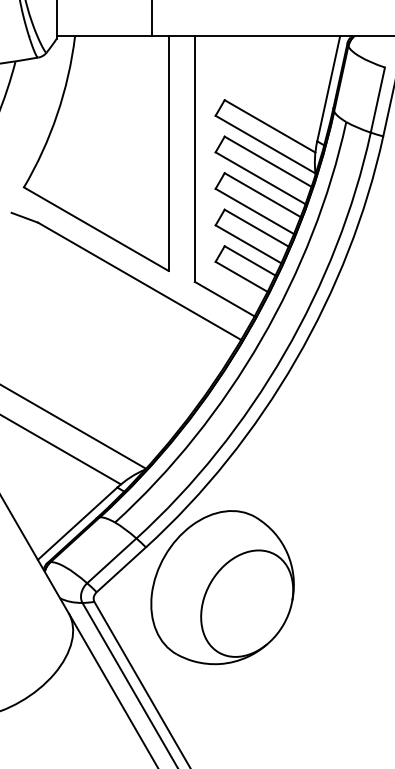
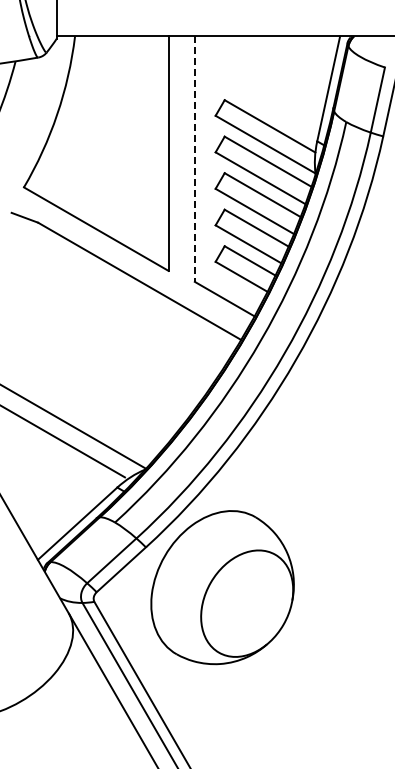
line at (151, 19): present -> none
line at (194, 159): solid -> dashed
line at (61, 449) position: (61, 449) -> (63, 441)
